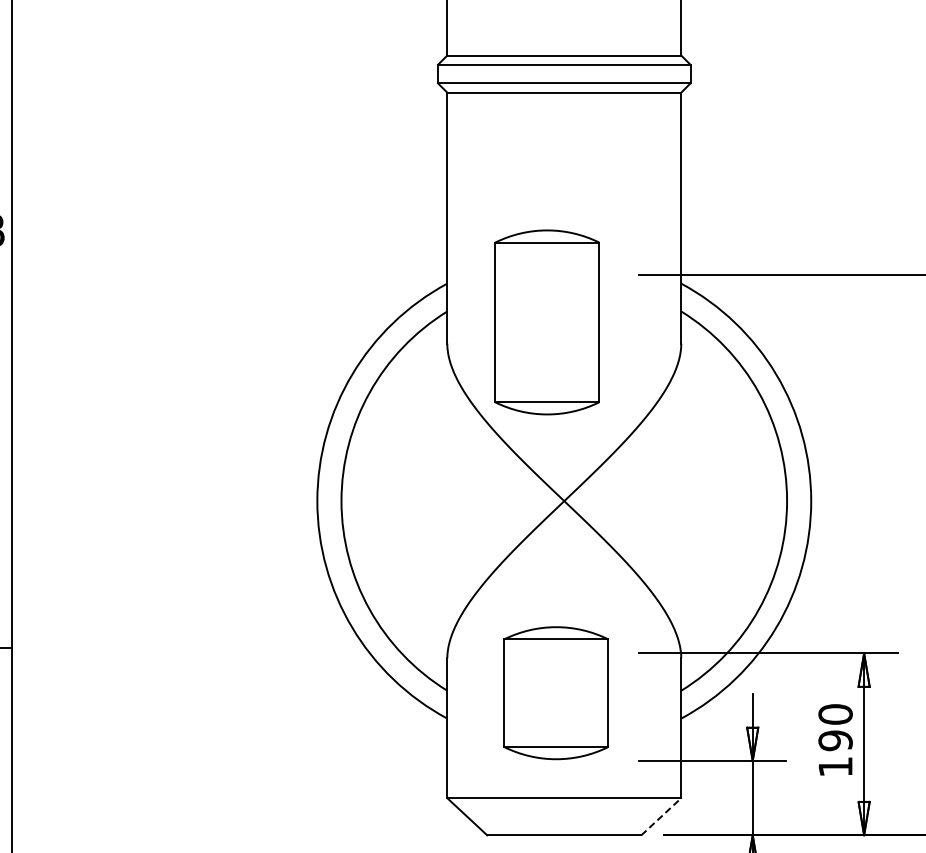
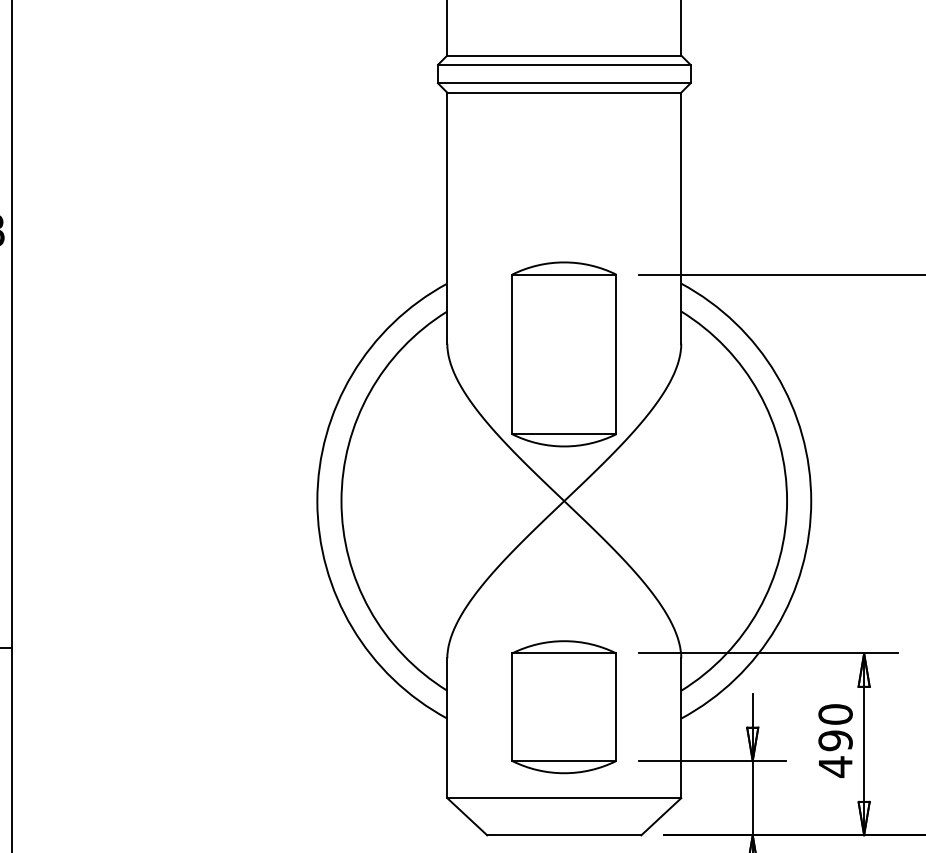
part at (546, 322) position: (546, 322) -> (563, 354)
part at (555, 693) position: (555, 693) -> (563, 707)
text at (835, 766): 190 -> 490
line at (661, 816): dashed -> solid
